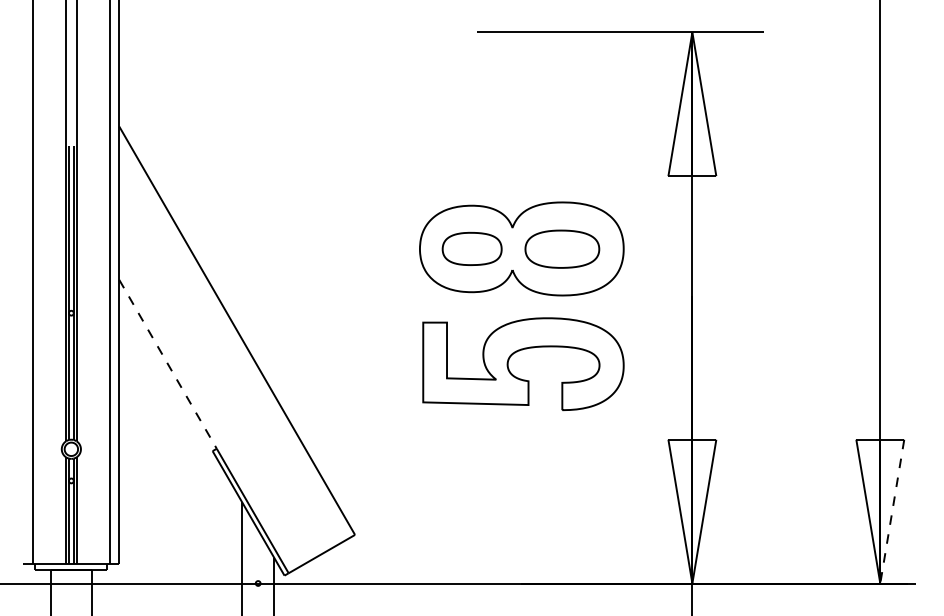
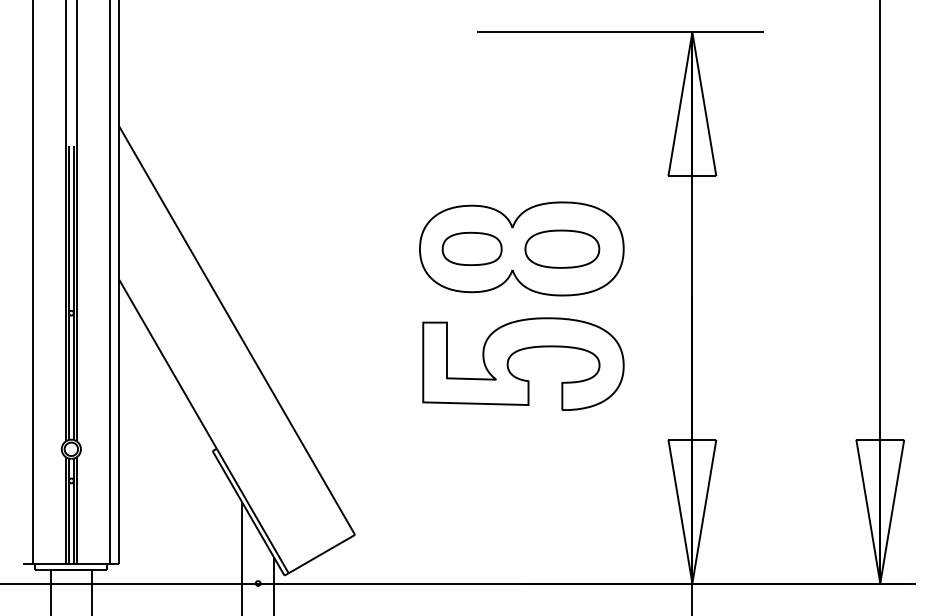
line at (168, 364): dashed -> solid
line at (892, 511): dashed -> solid
